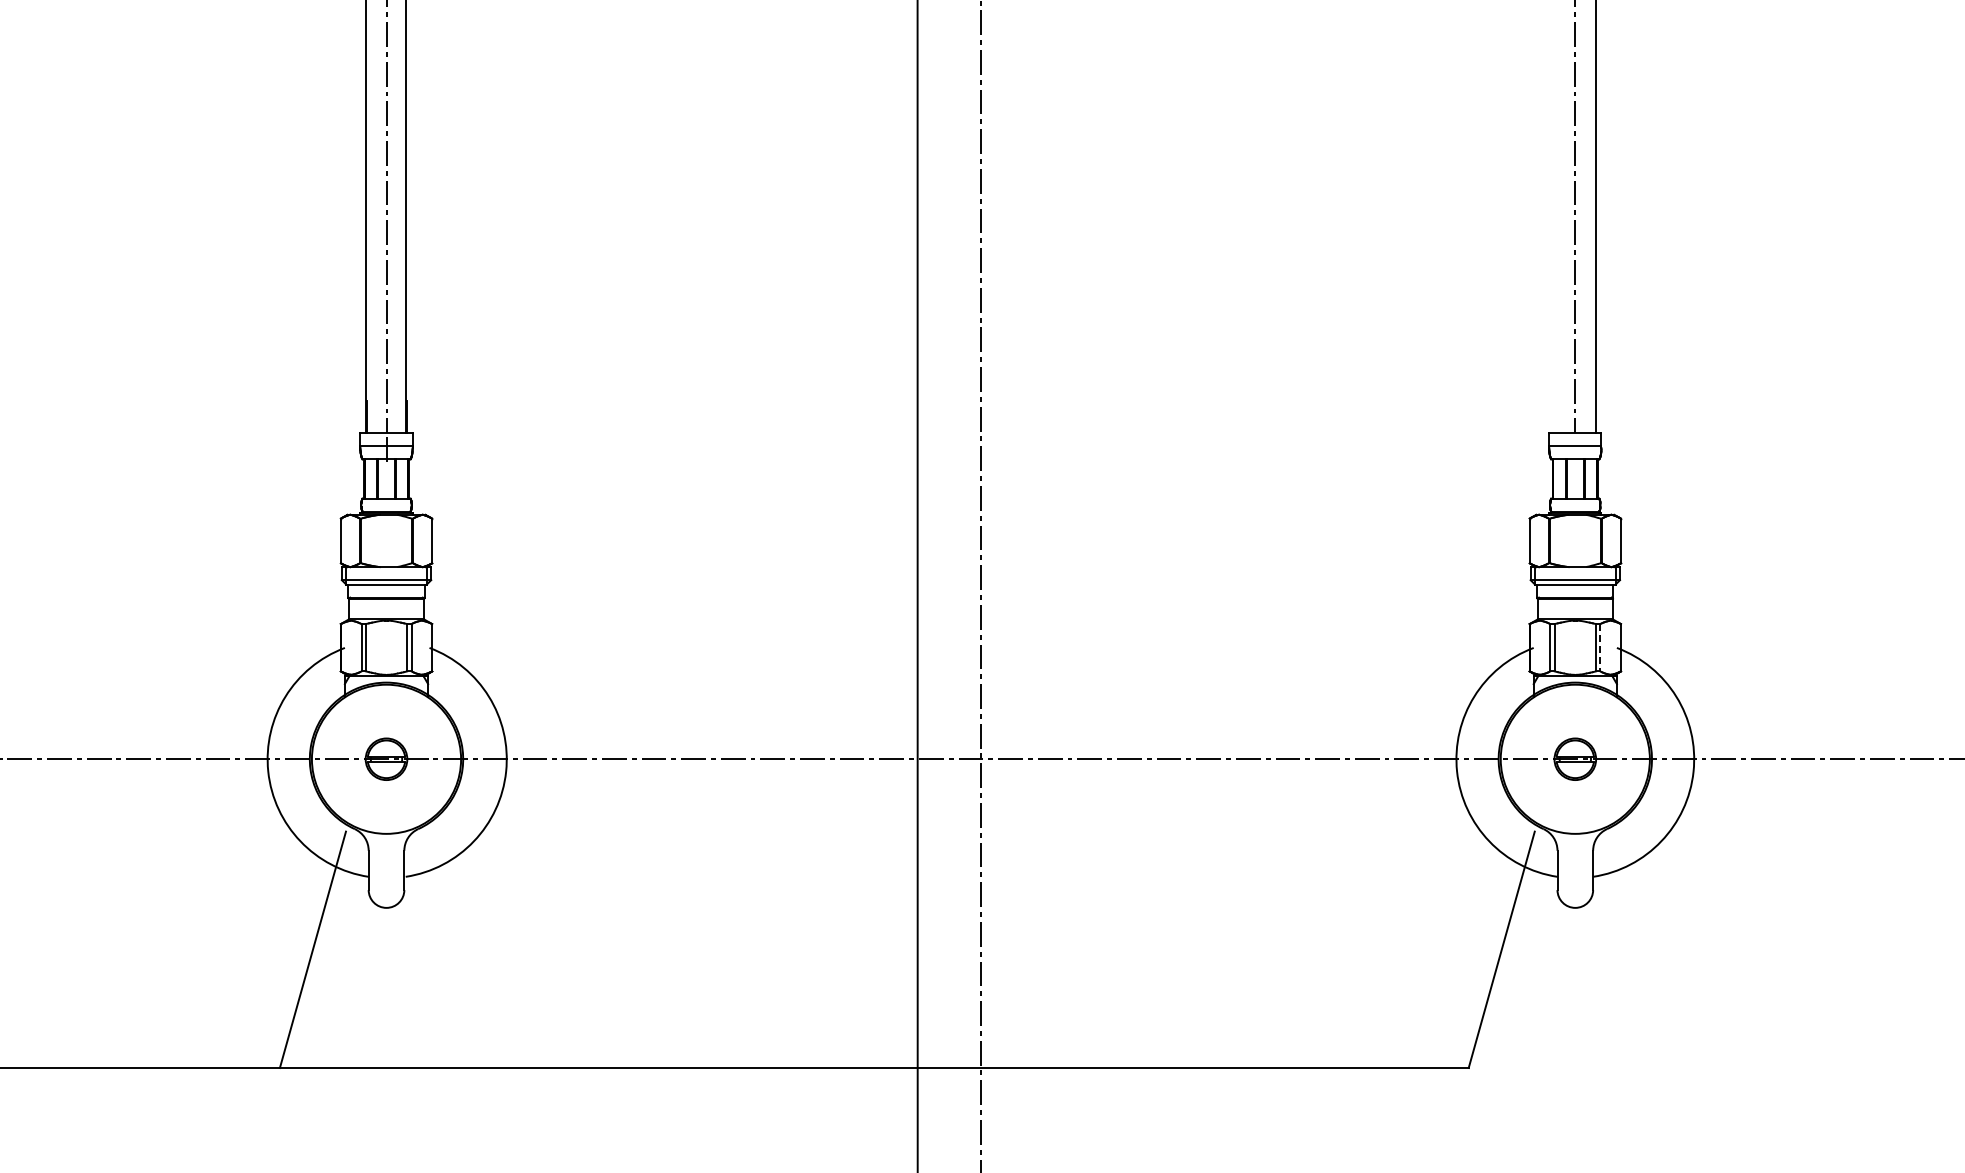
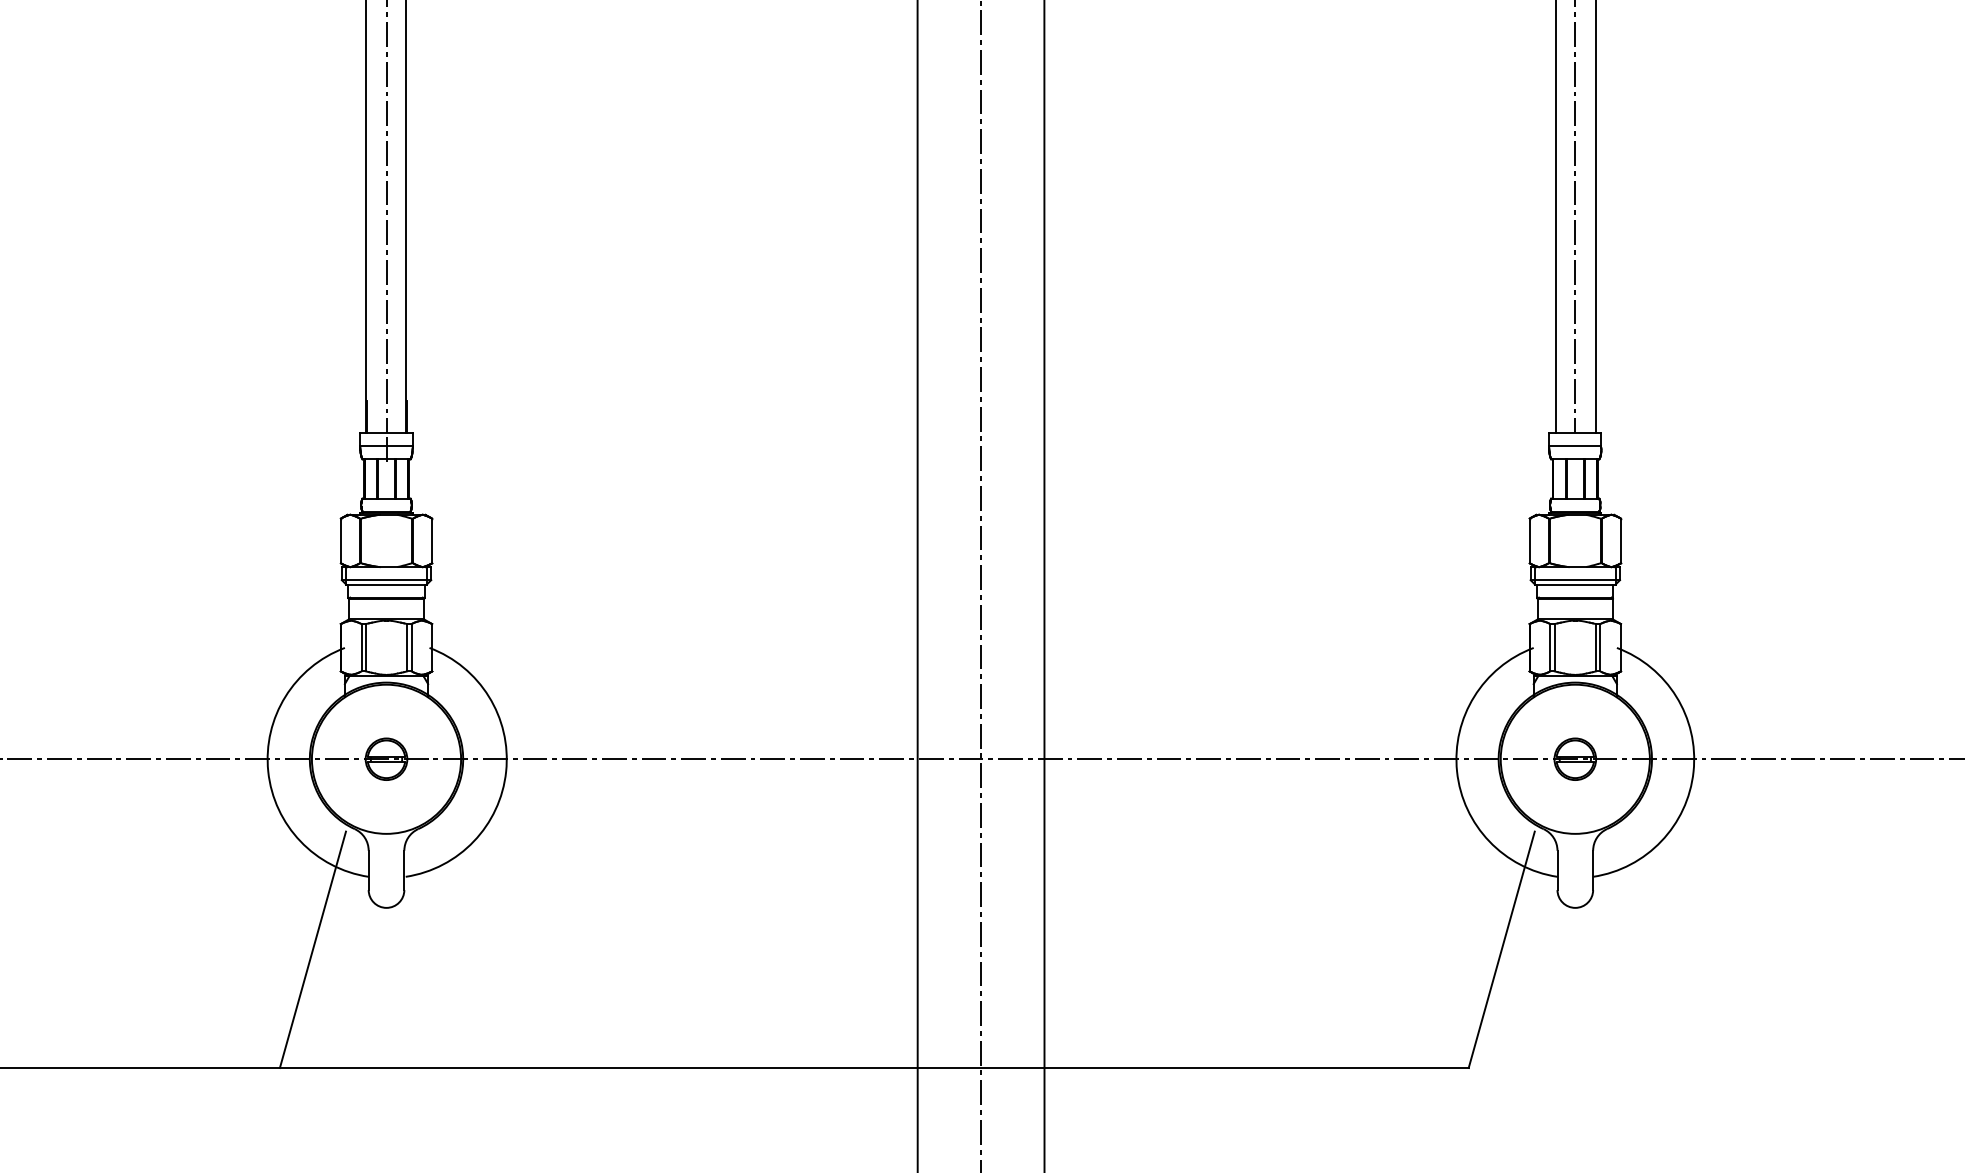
line at (1556, 217): none -> present
line at (1044, 585): none -> present
line at (1600, 647): dashed -> solid
